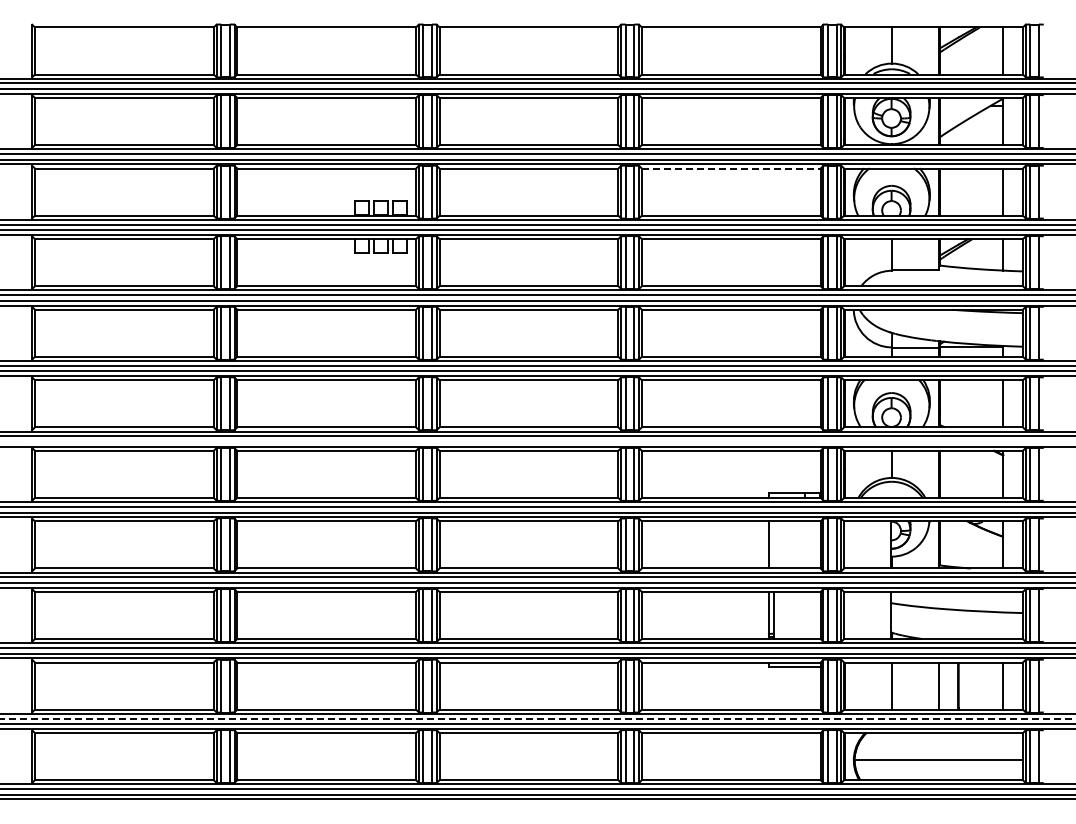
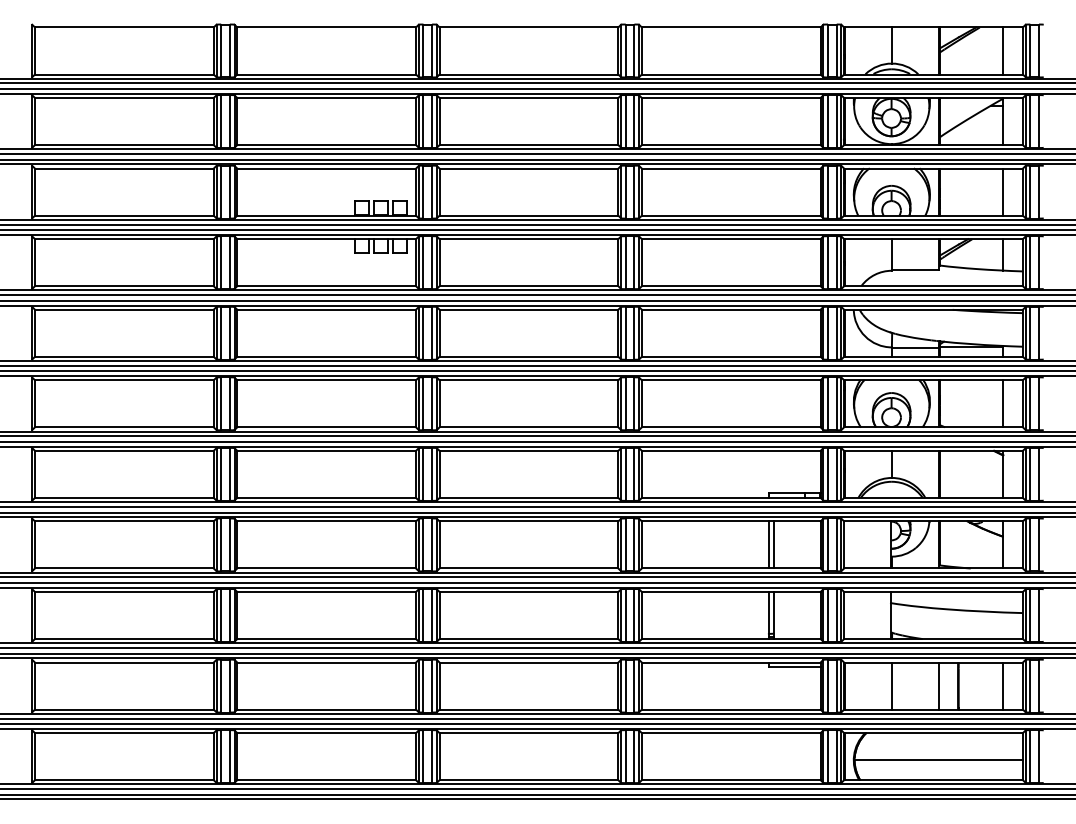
line at (731, 168): dashed -> solid
line at (537, 441): none -> present
line at (773, 544): none -> present
line at (537, 718): dashed -> solid
